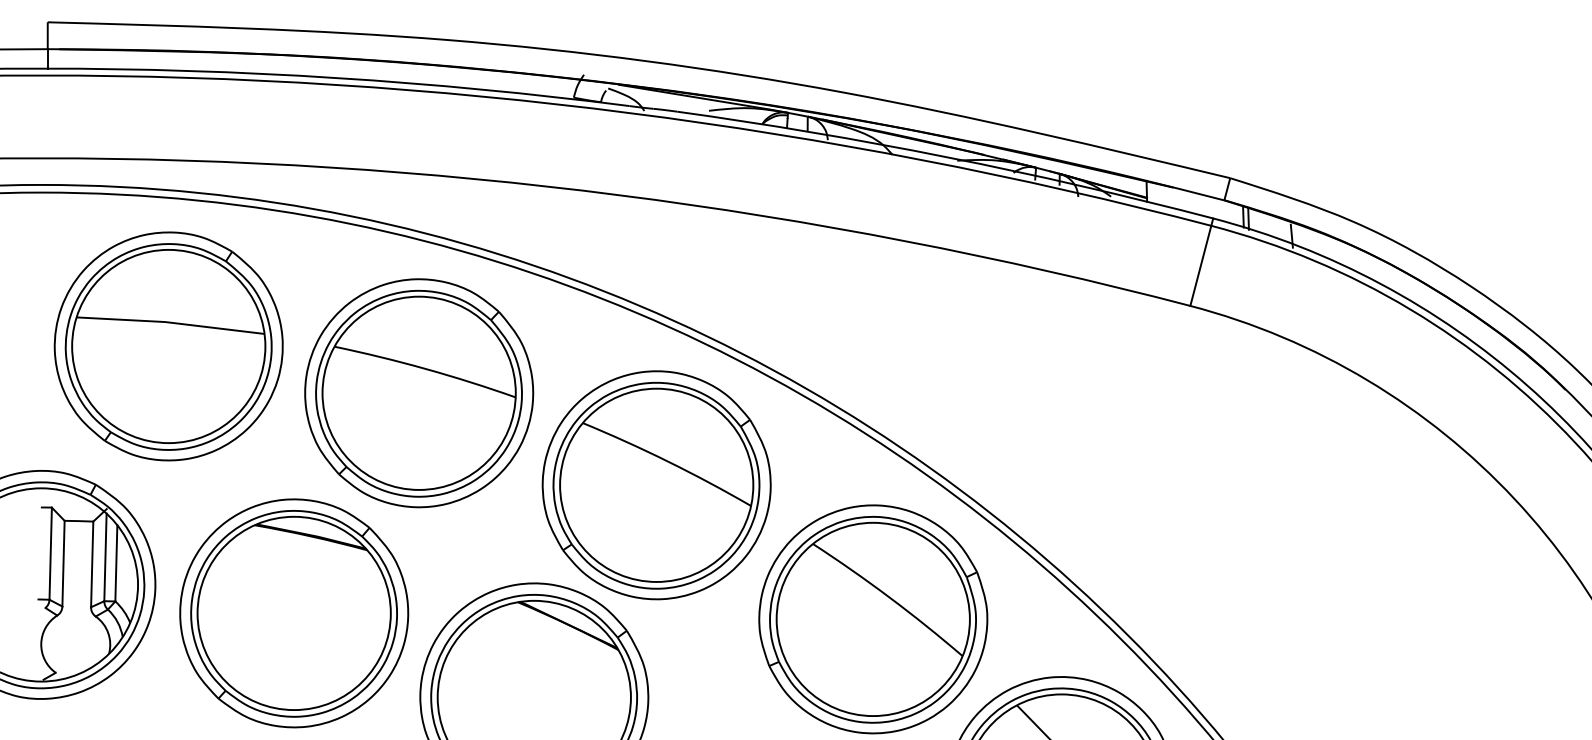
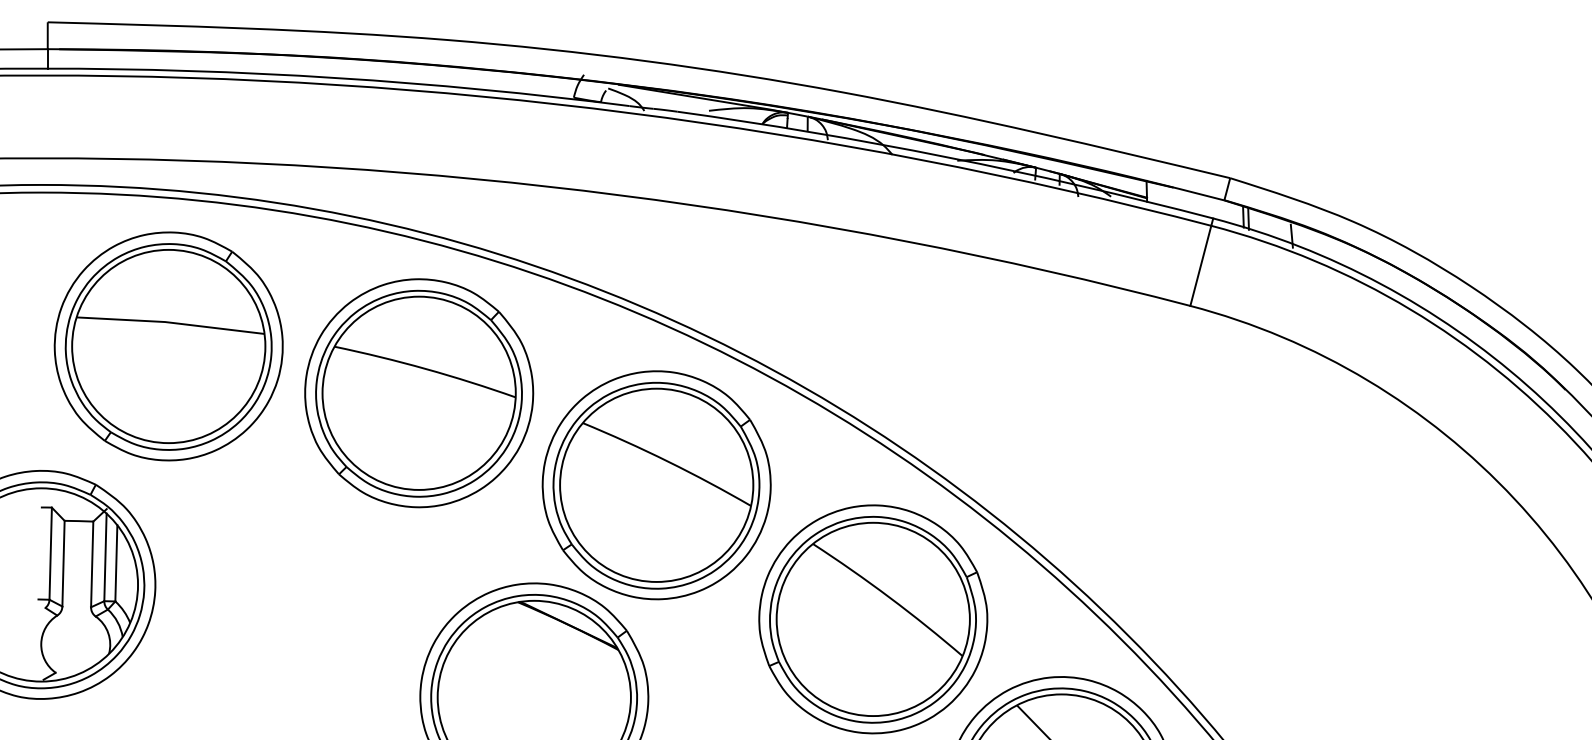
part at (294, 613): present -> none
